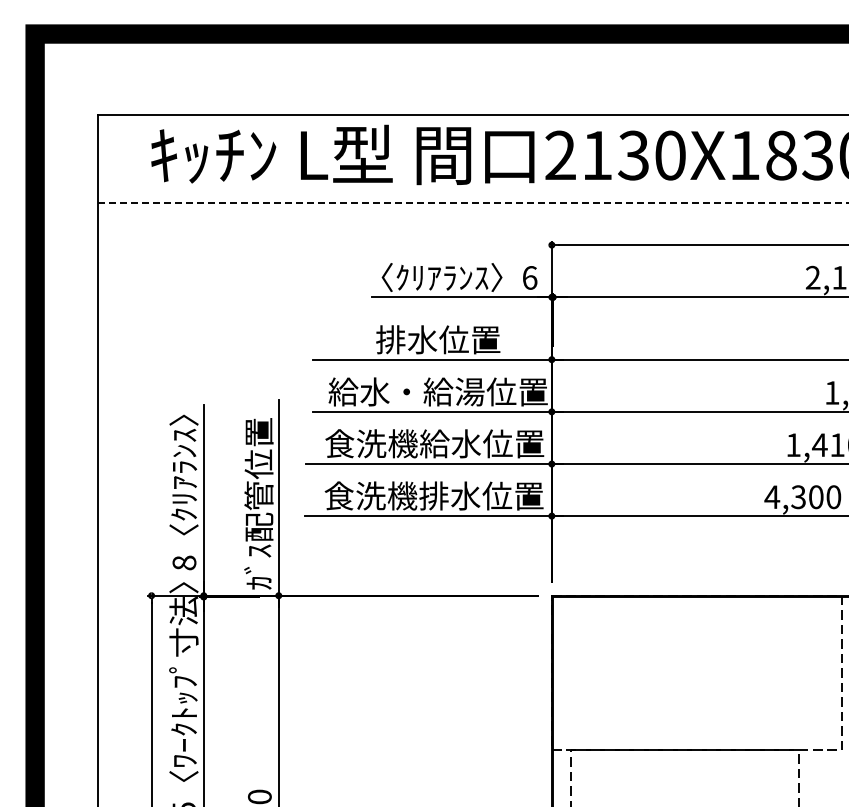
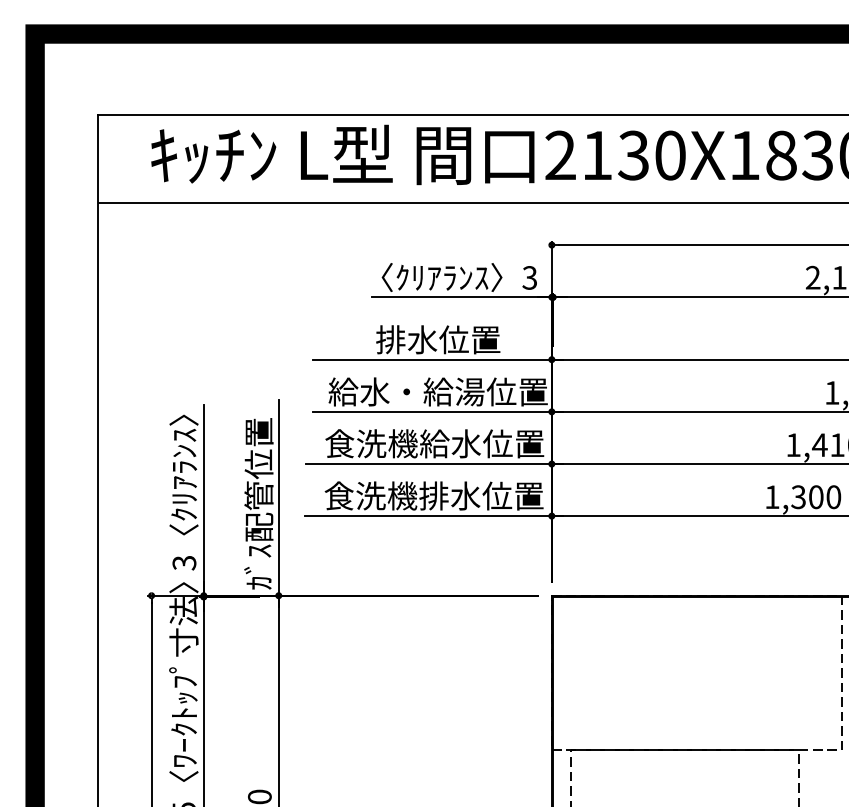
line at (473, 202): dashed -> solid
text at (529, 277): 6 -> 3
text at (772, 496): 4,300 -> 1,300
text at (184, 562): 8 -> 3
